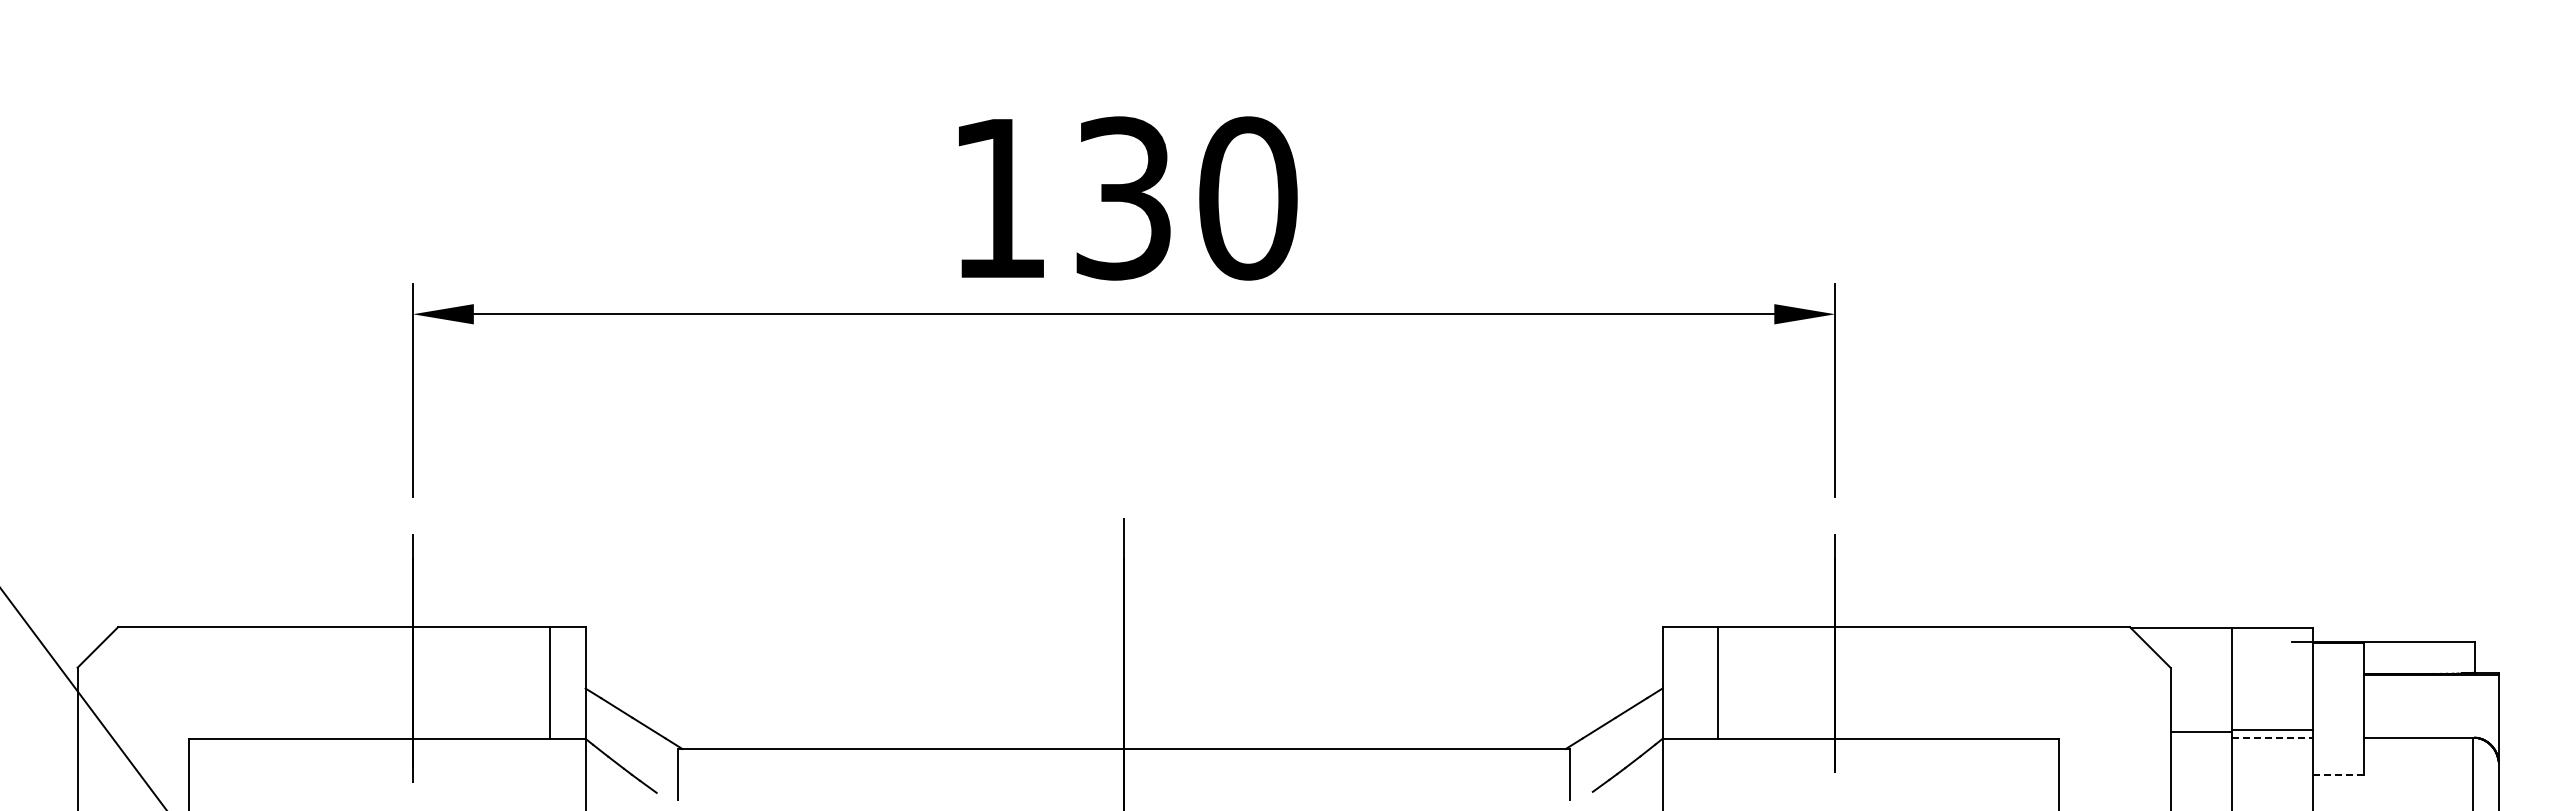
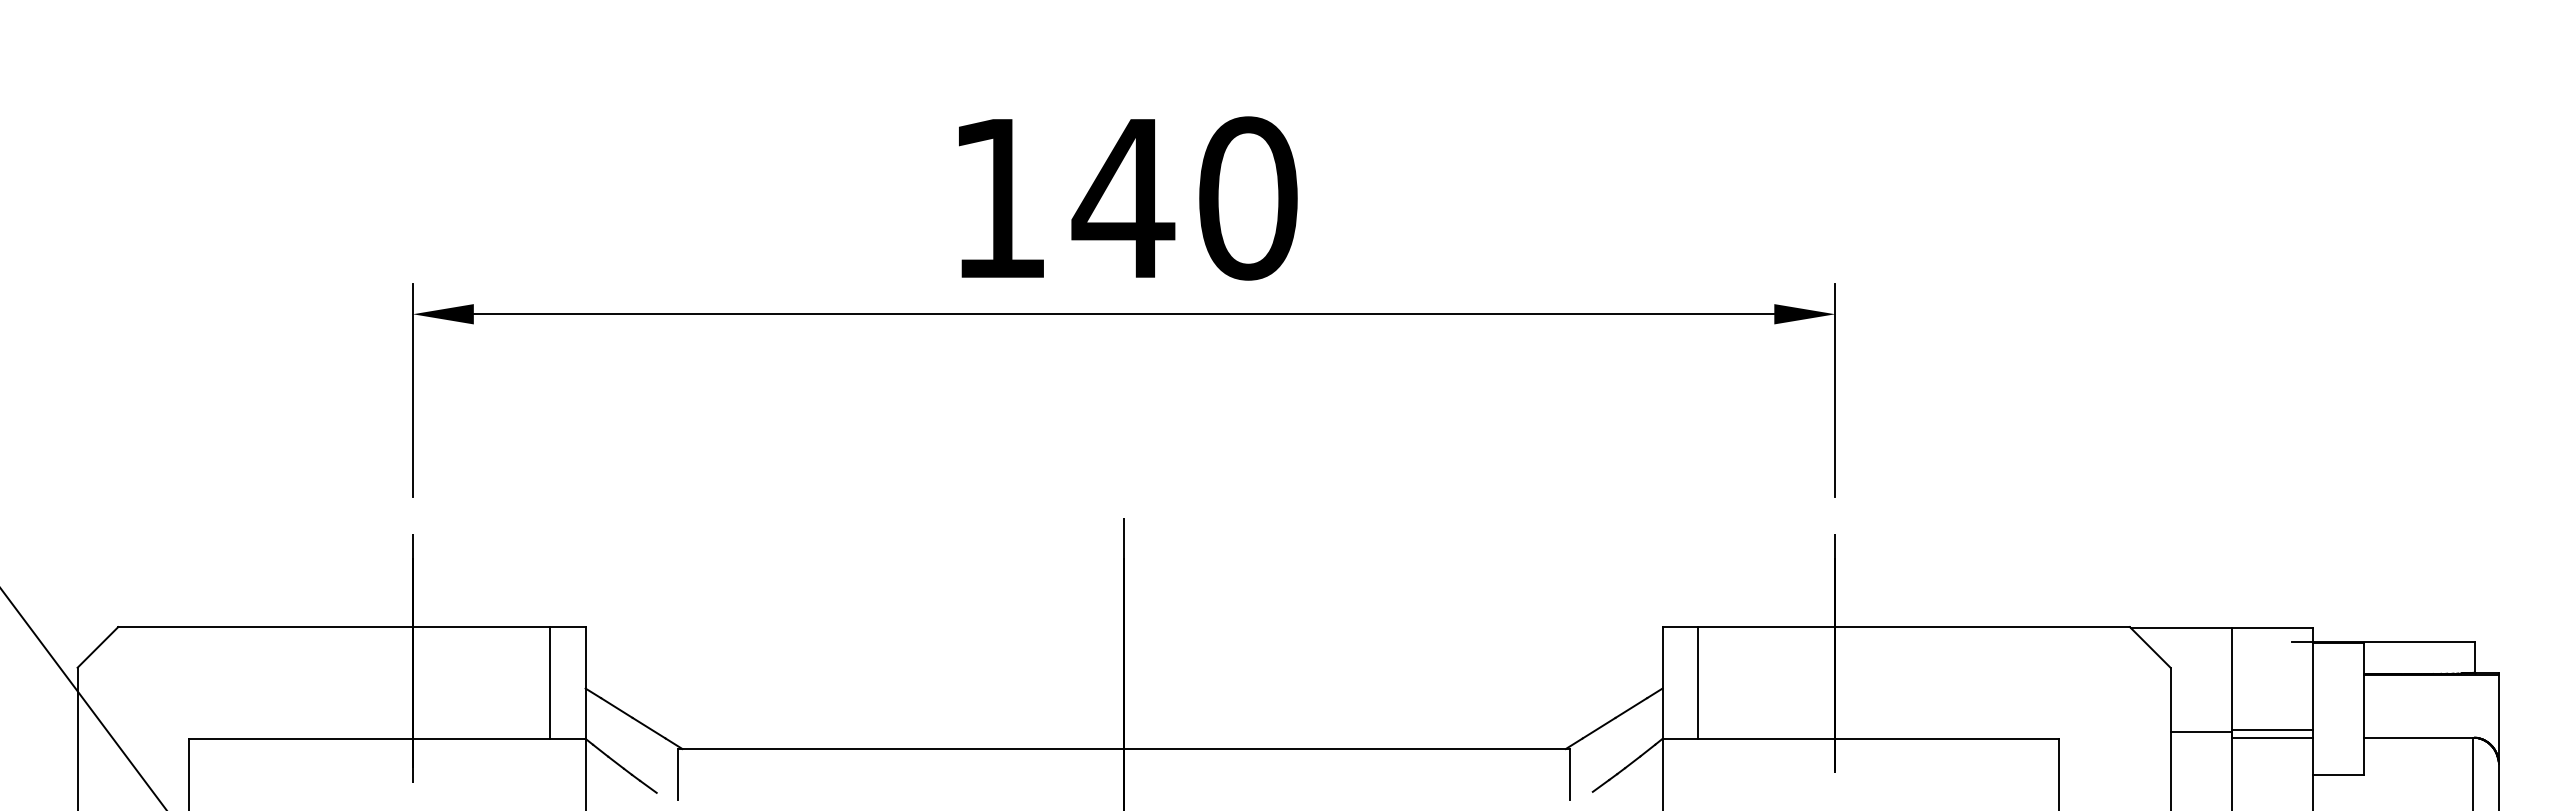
text at (1123, 198): 130 -> 140
line at (1718, 682) position: (1718, 682) -> (1698, 682)
line at (2272, 738): dashed -> solid
line at (2338, 775): dashed -> solid
